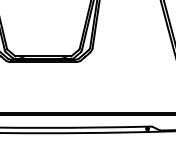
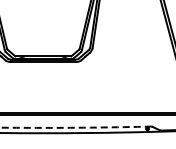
arc at (76, 127): solid -> dashed
